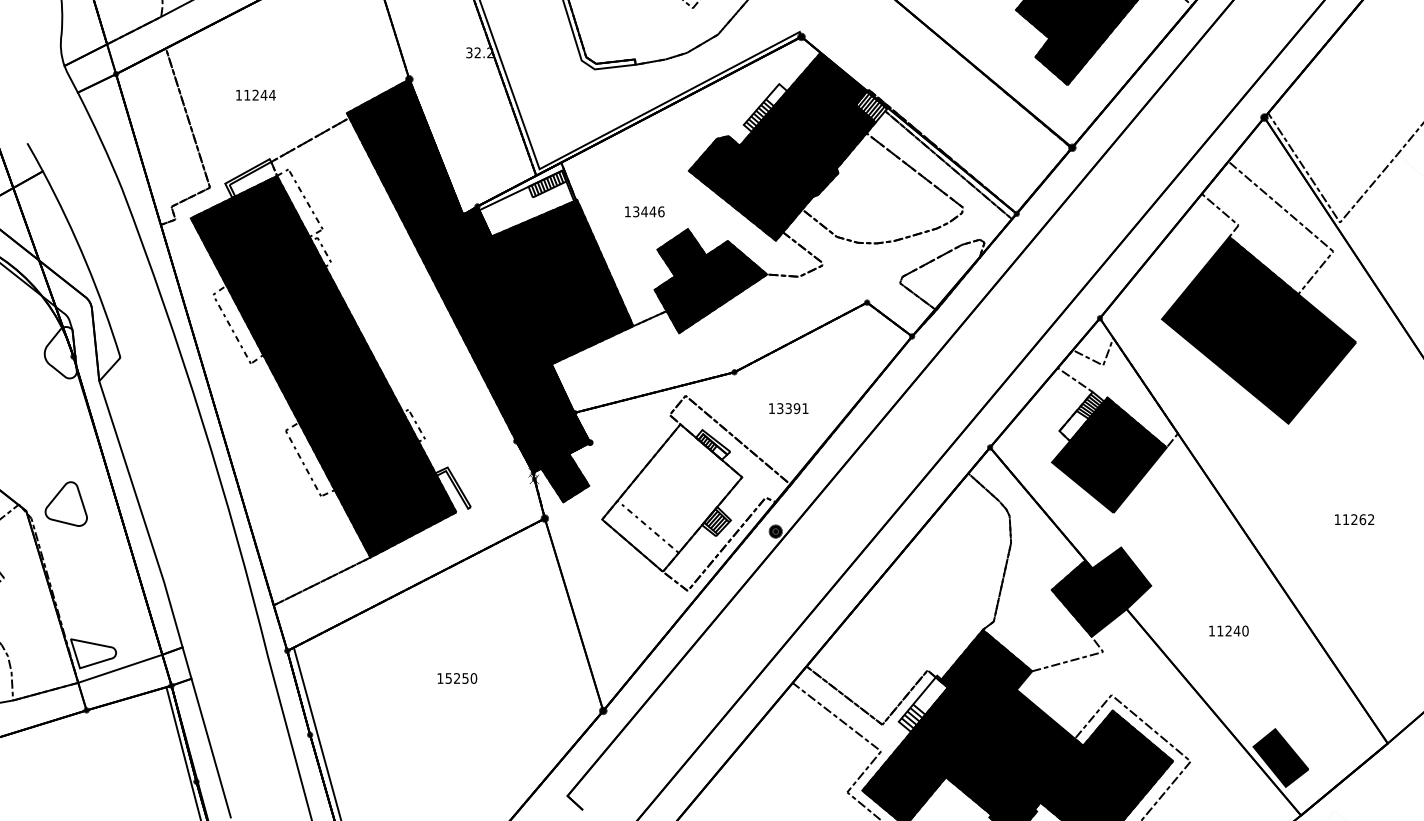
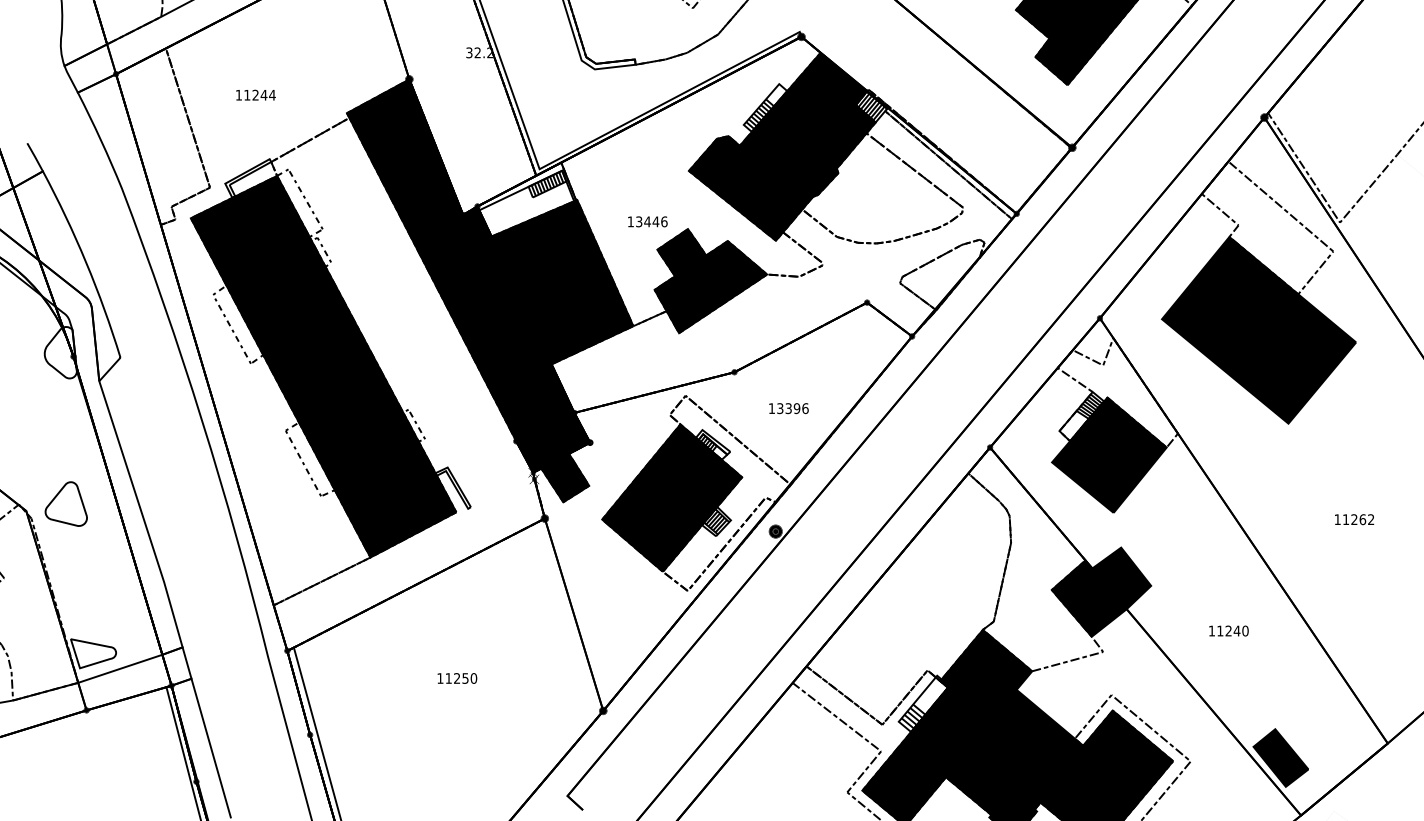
text at (644, 211) position: (644, 211) -> (647, 221)
text at (805, 408): 13391 -> 13396
fill at (672, 497): none -> present
text at (448, 678): 15250 -> 11250
